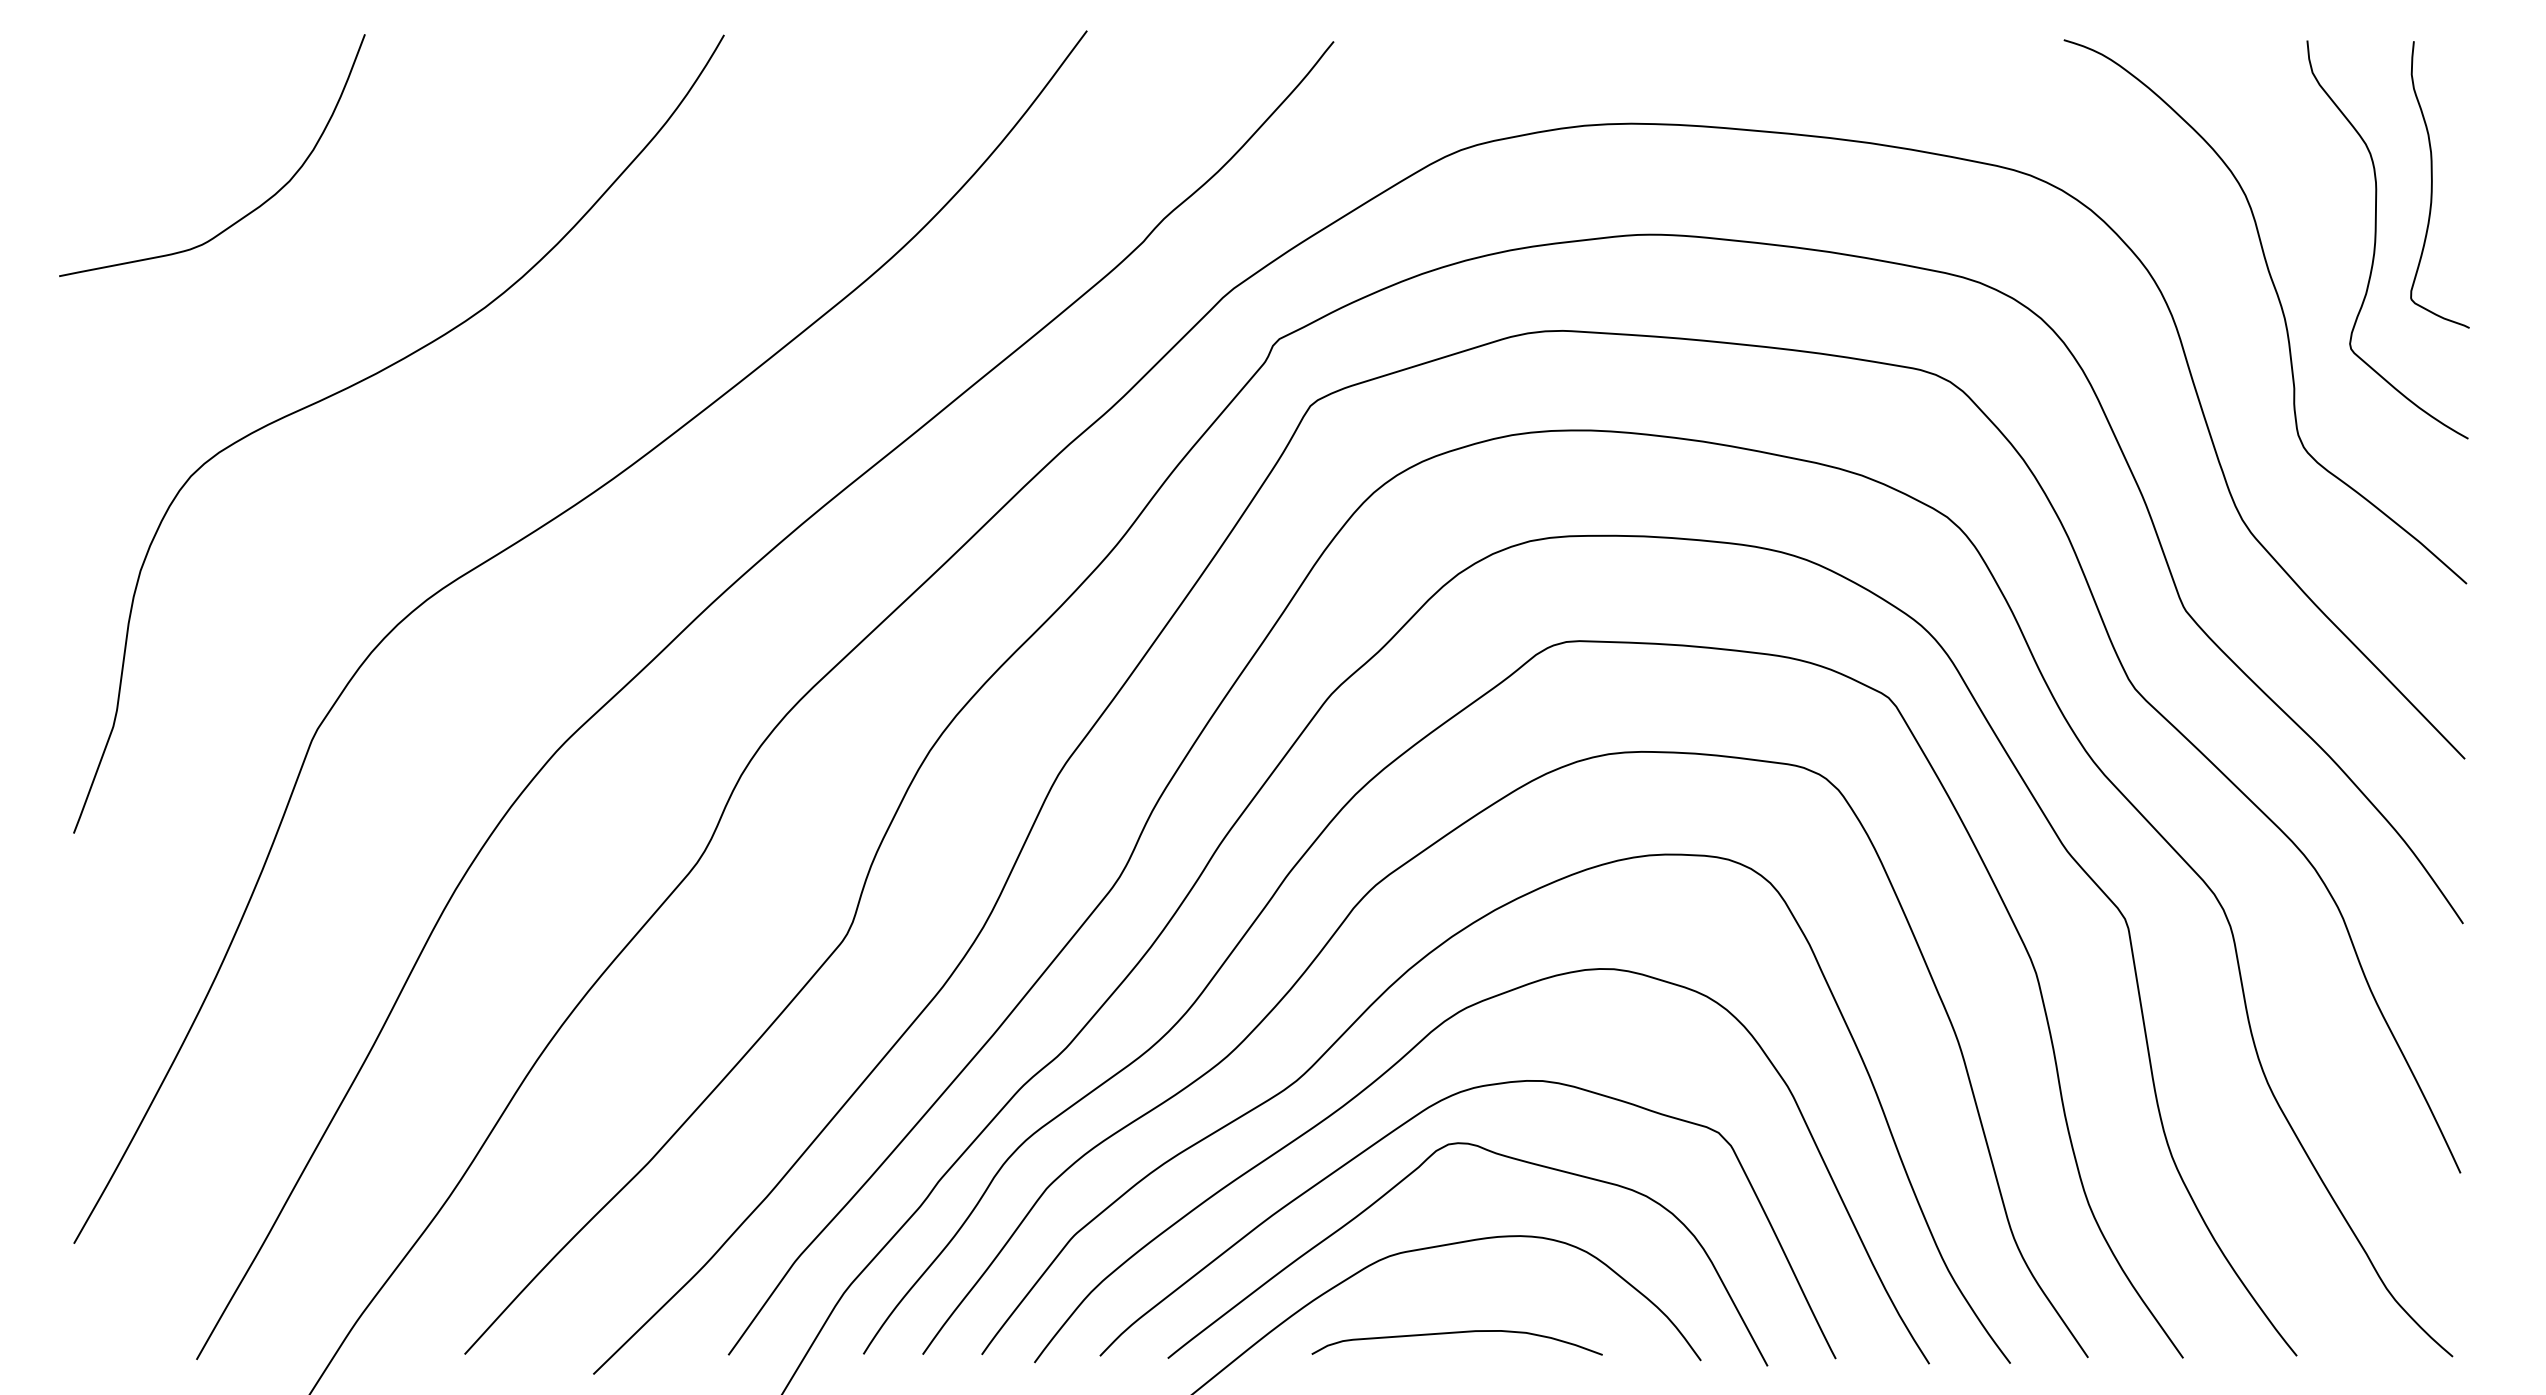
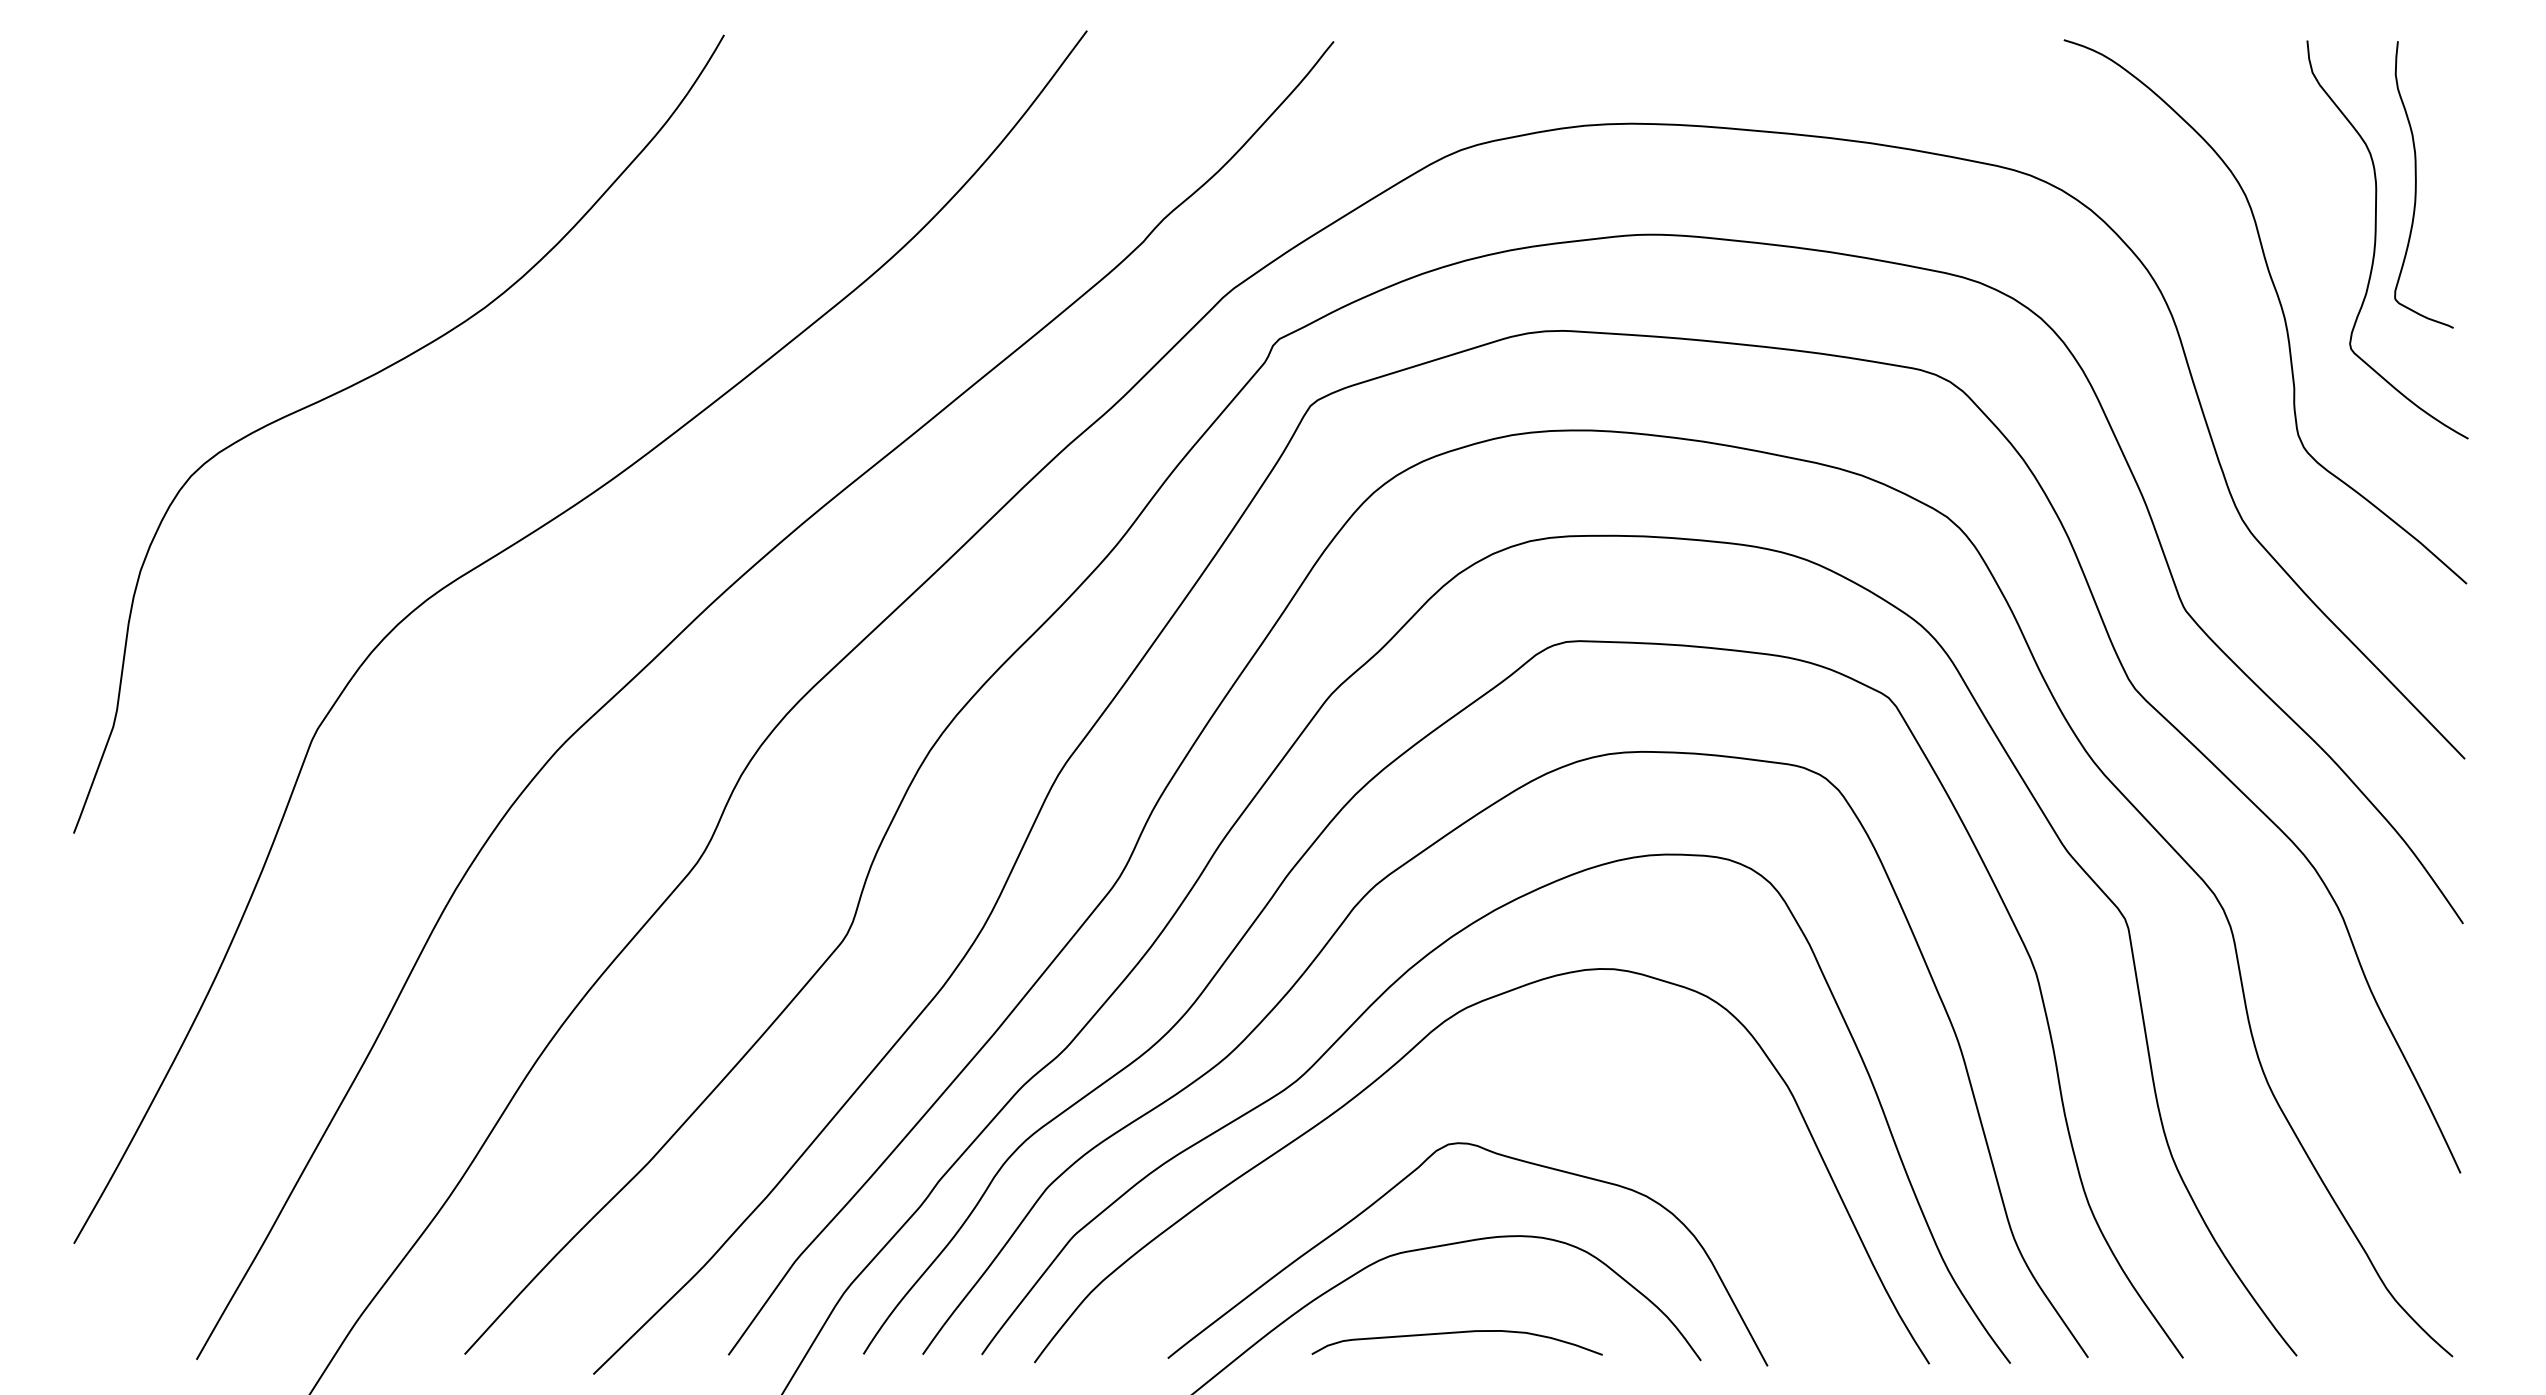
curve at (2432, 184) position: (2432, 184) -> (2416, 184)
curve at (250, 211): present -> none
curve at (1403, 1125): present -> none
